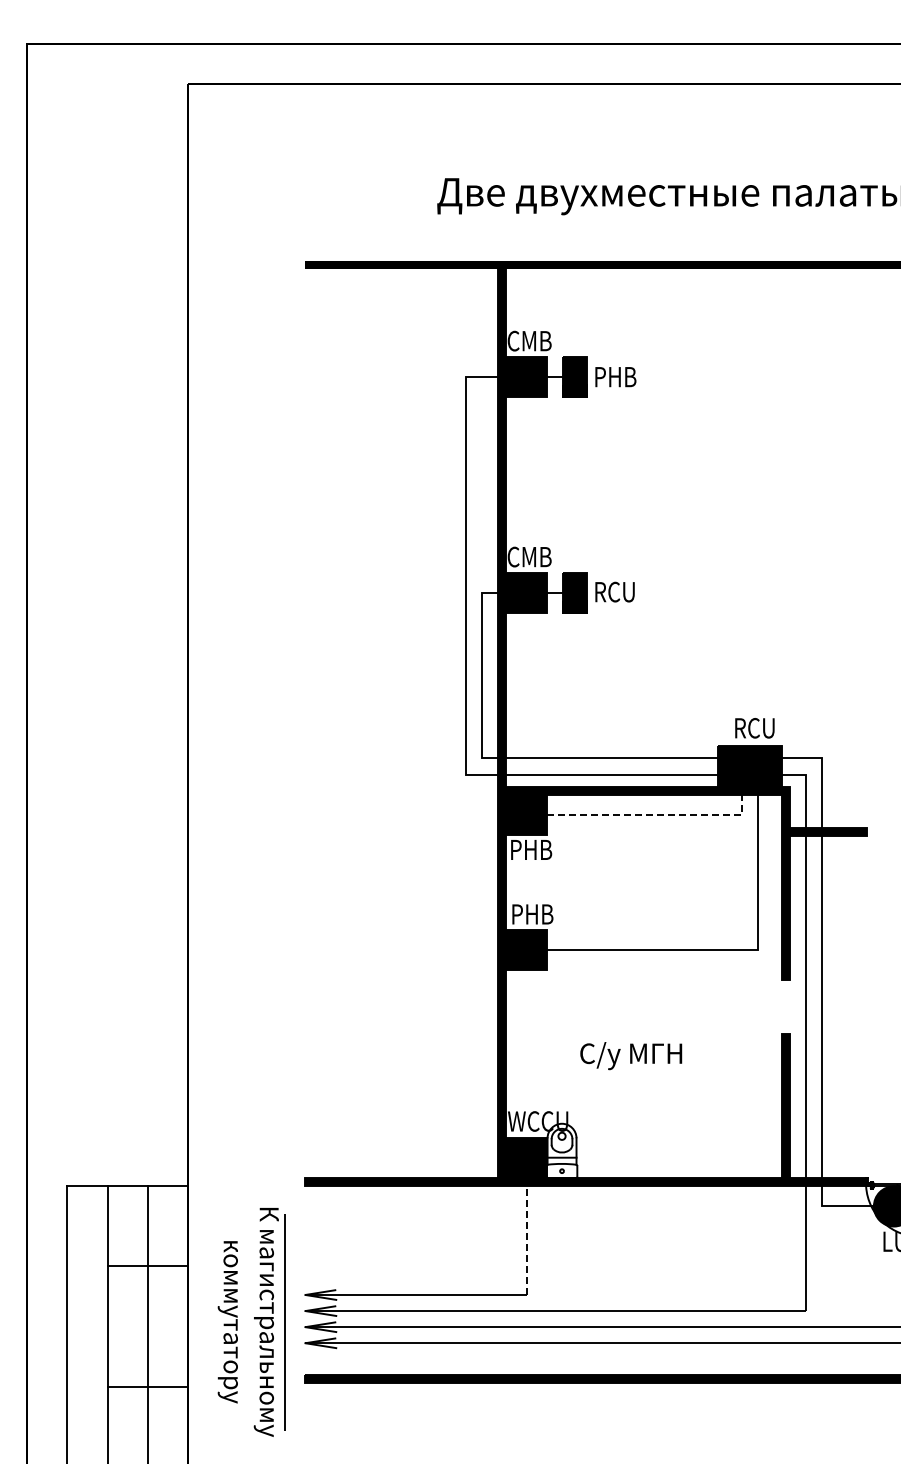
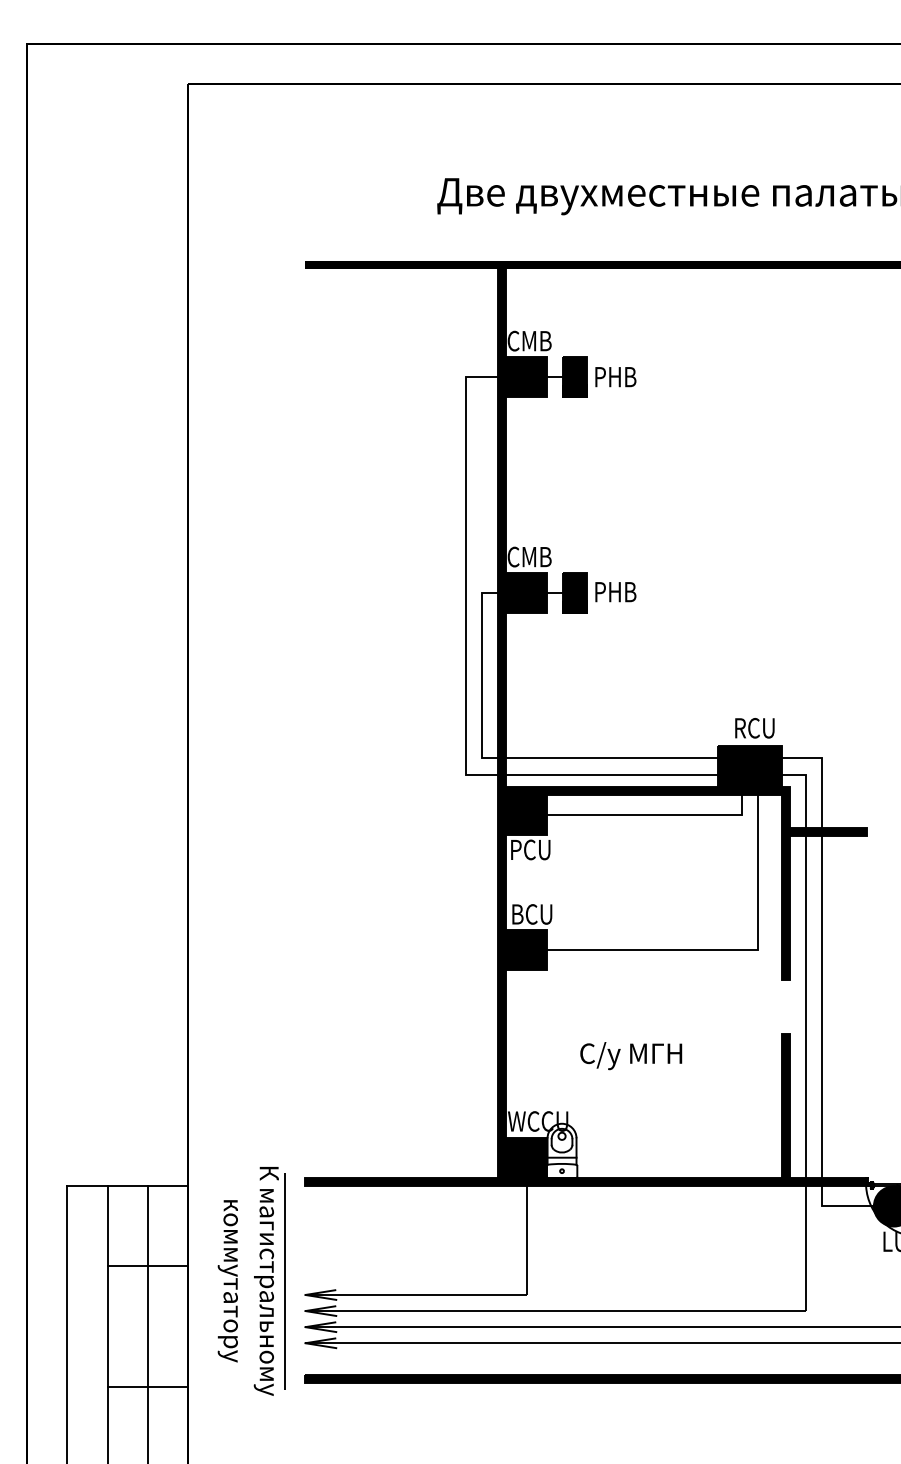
text at (616, 591): RCU -> РНВ
line at (659, 814): dashed -> solid
text at (538, 849): РНВ -> PCU
text at (533, 914): РНВ -> BCU
line at (526, 1237): dashed -> solid
part at (251, 1322) position: (251, 1322) -> (251, 1281)
